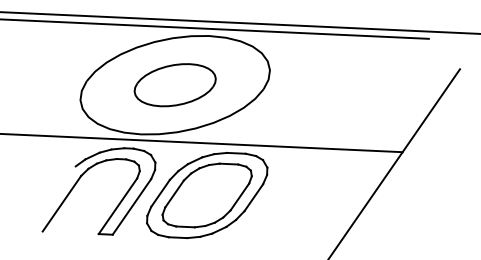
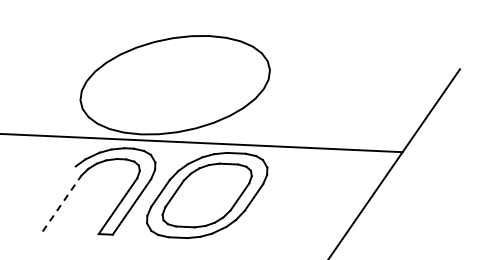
line at (239, 22): present -> none
line at (215, 28): present -> none
part at (174, 85): present -> none
line at (61, 203): solid -> dashed
